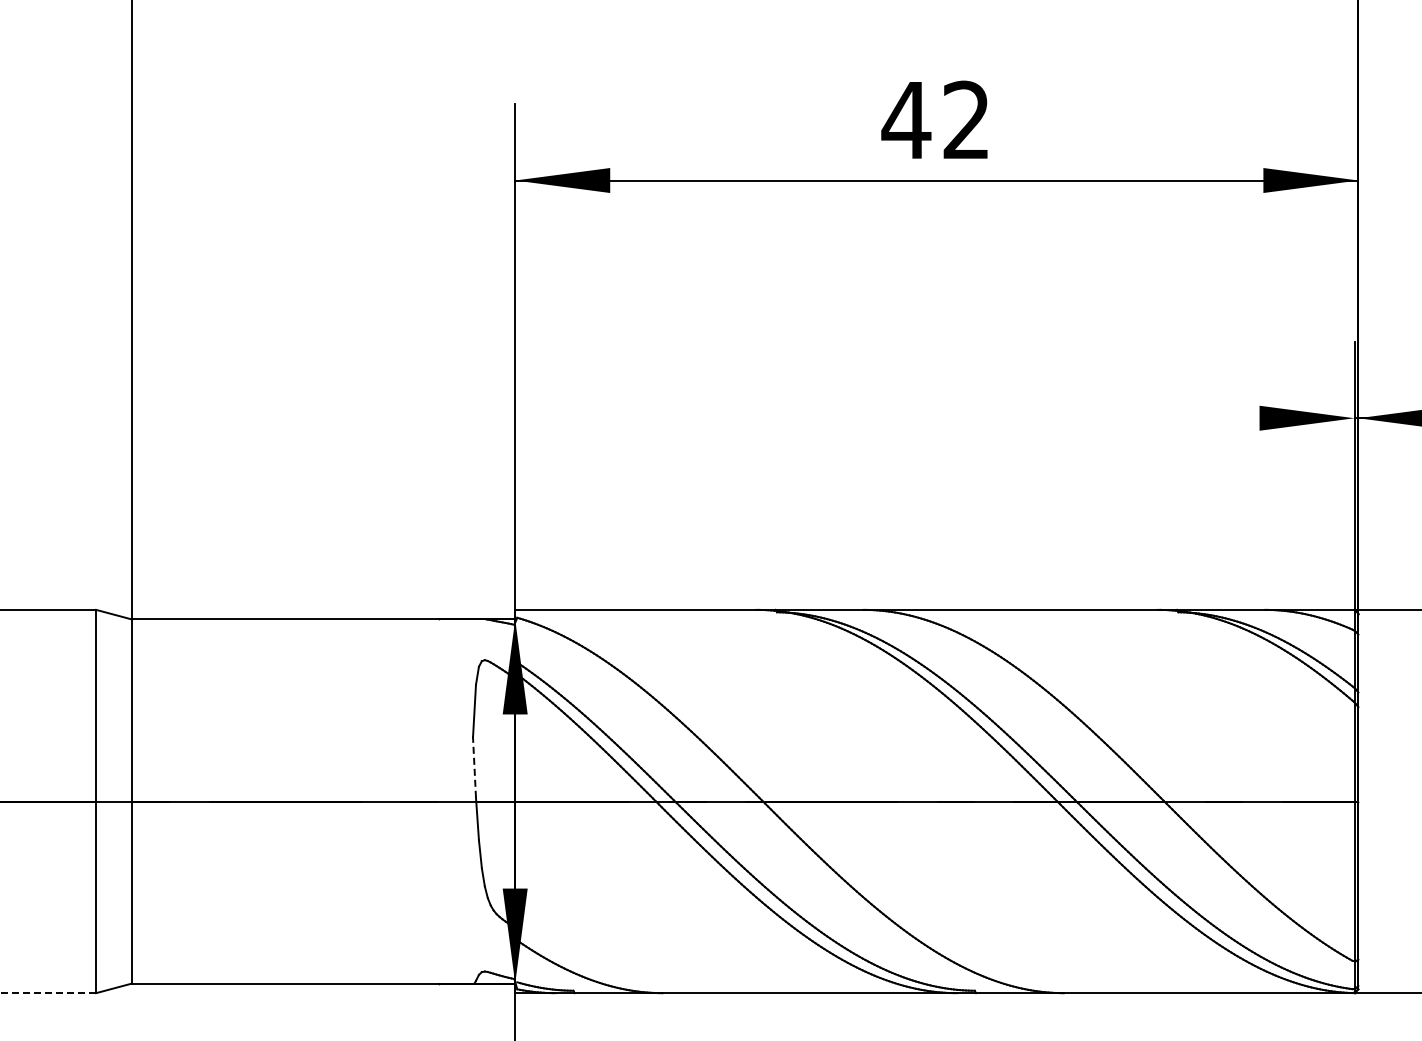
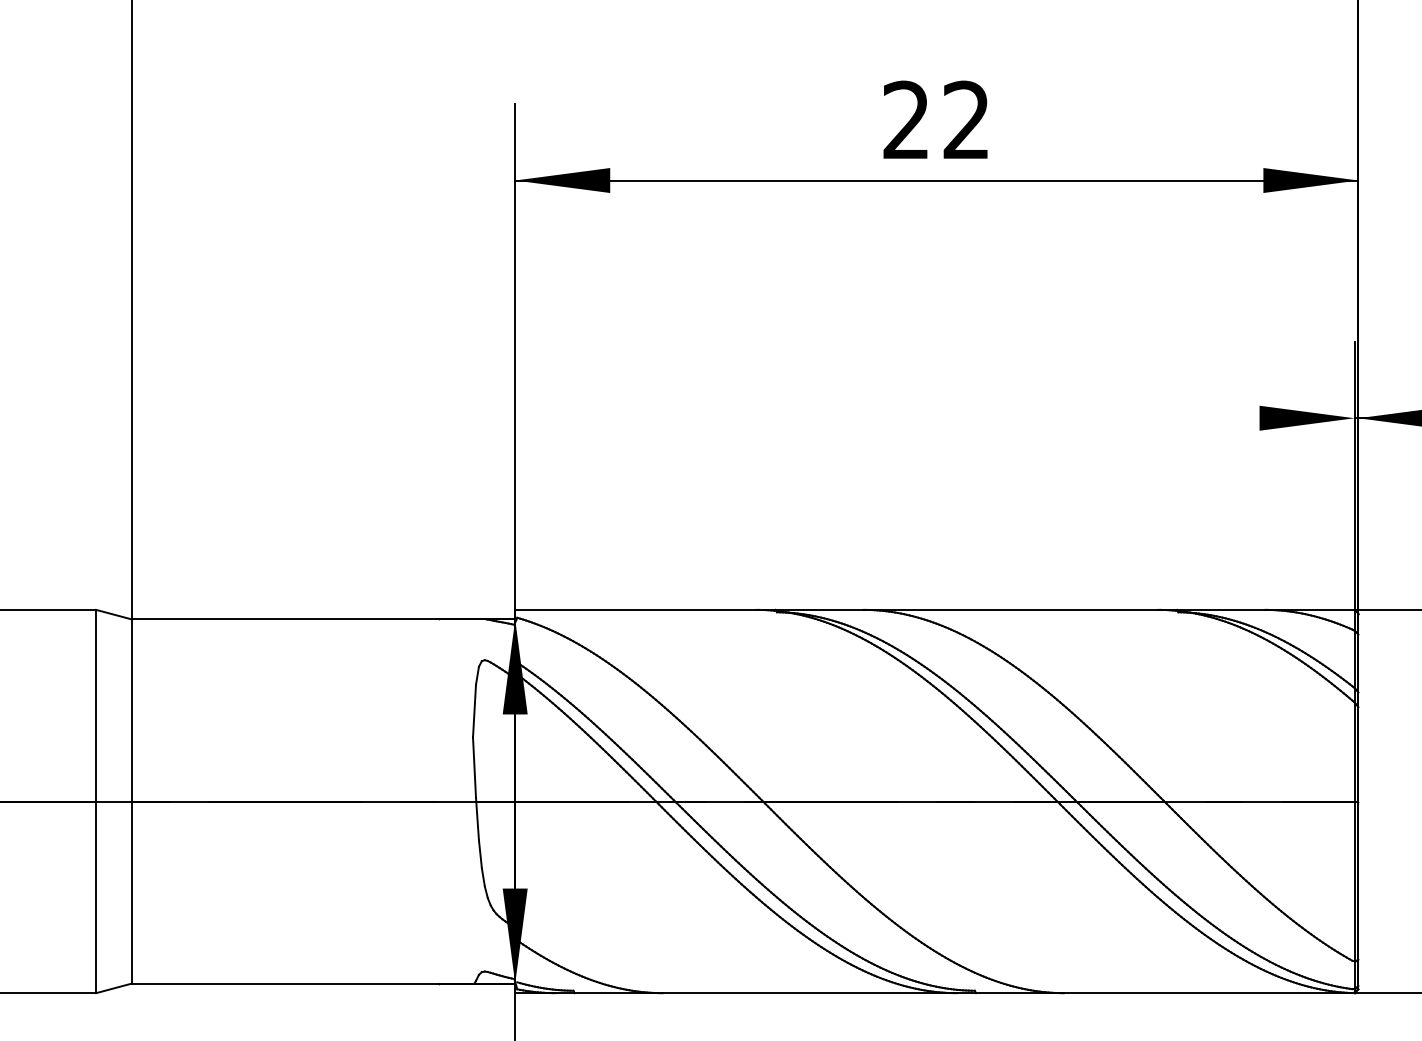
text at (906, 119): 42 -> 22
line at (474, 767): dashed -> solid
line at (48, 993): dashed -> solid
